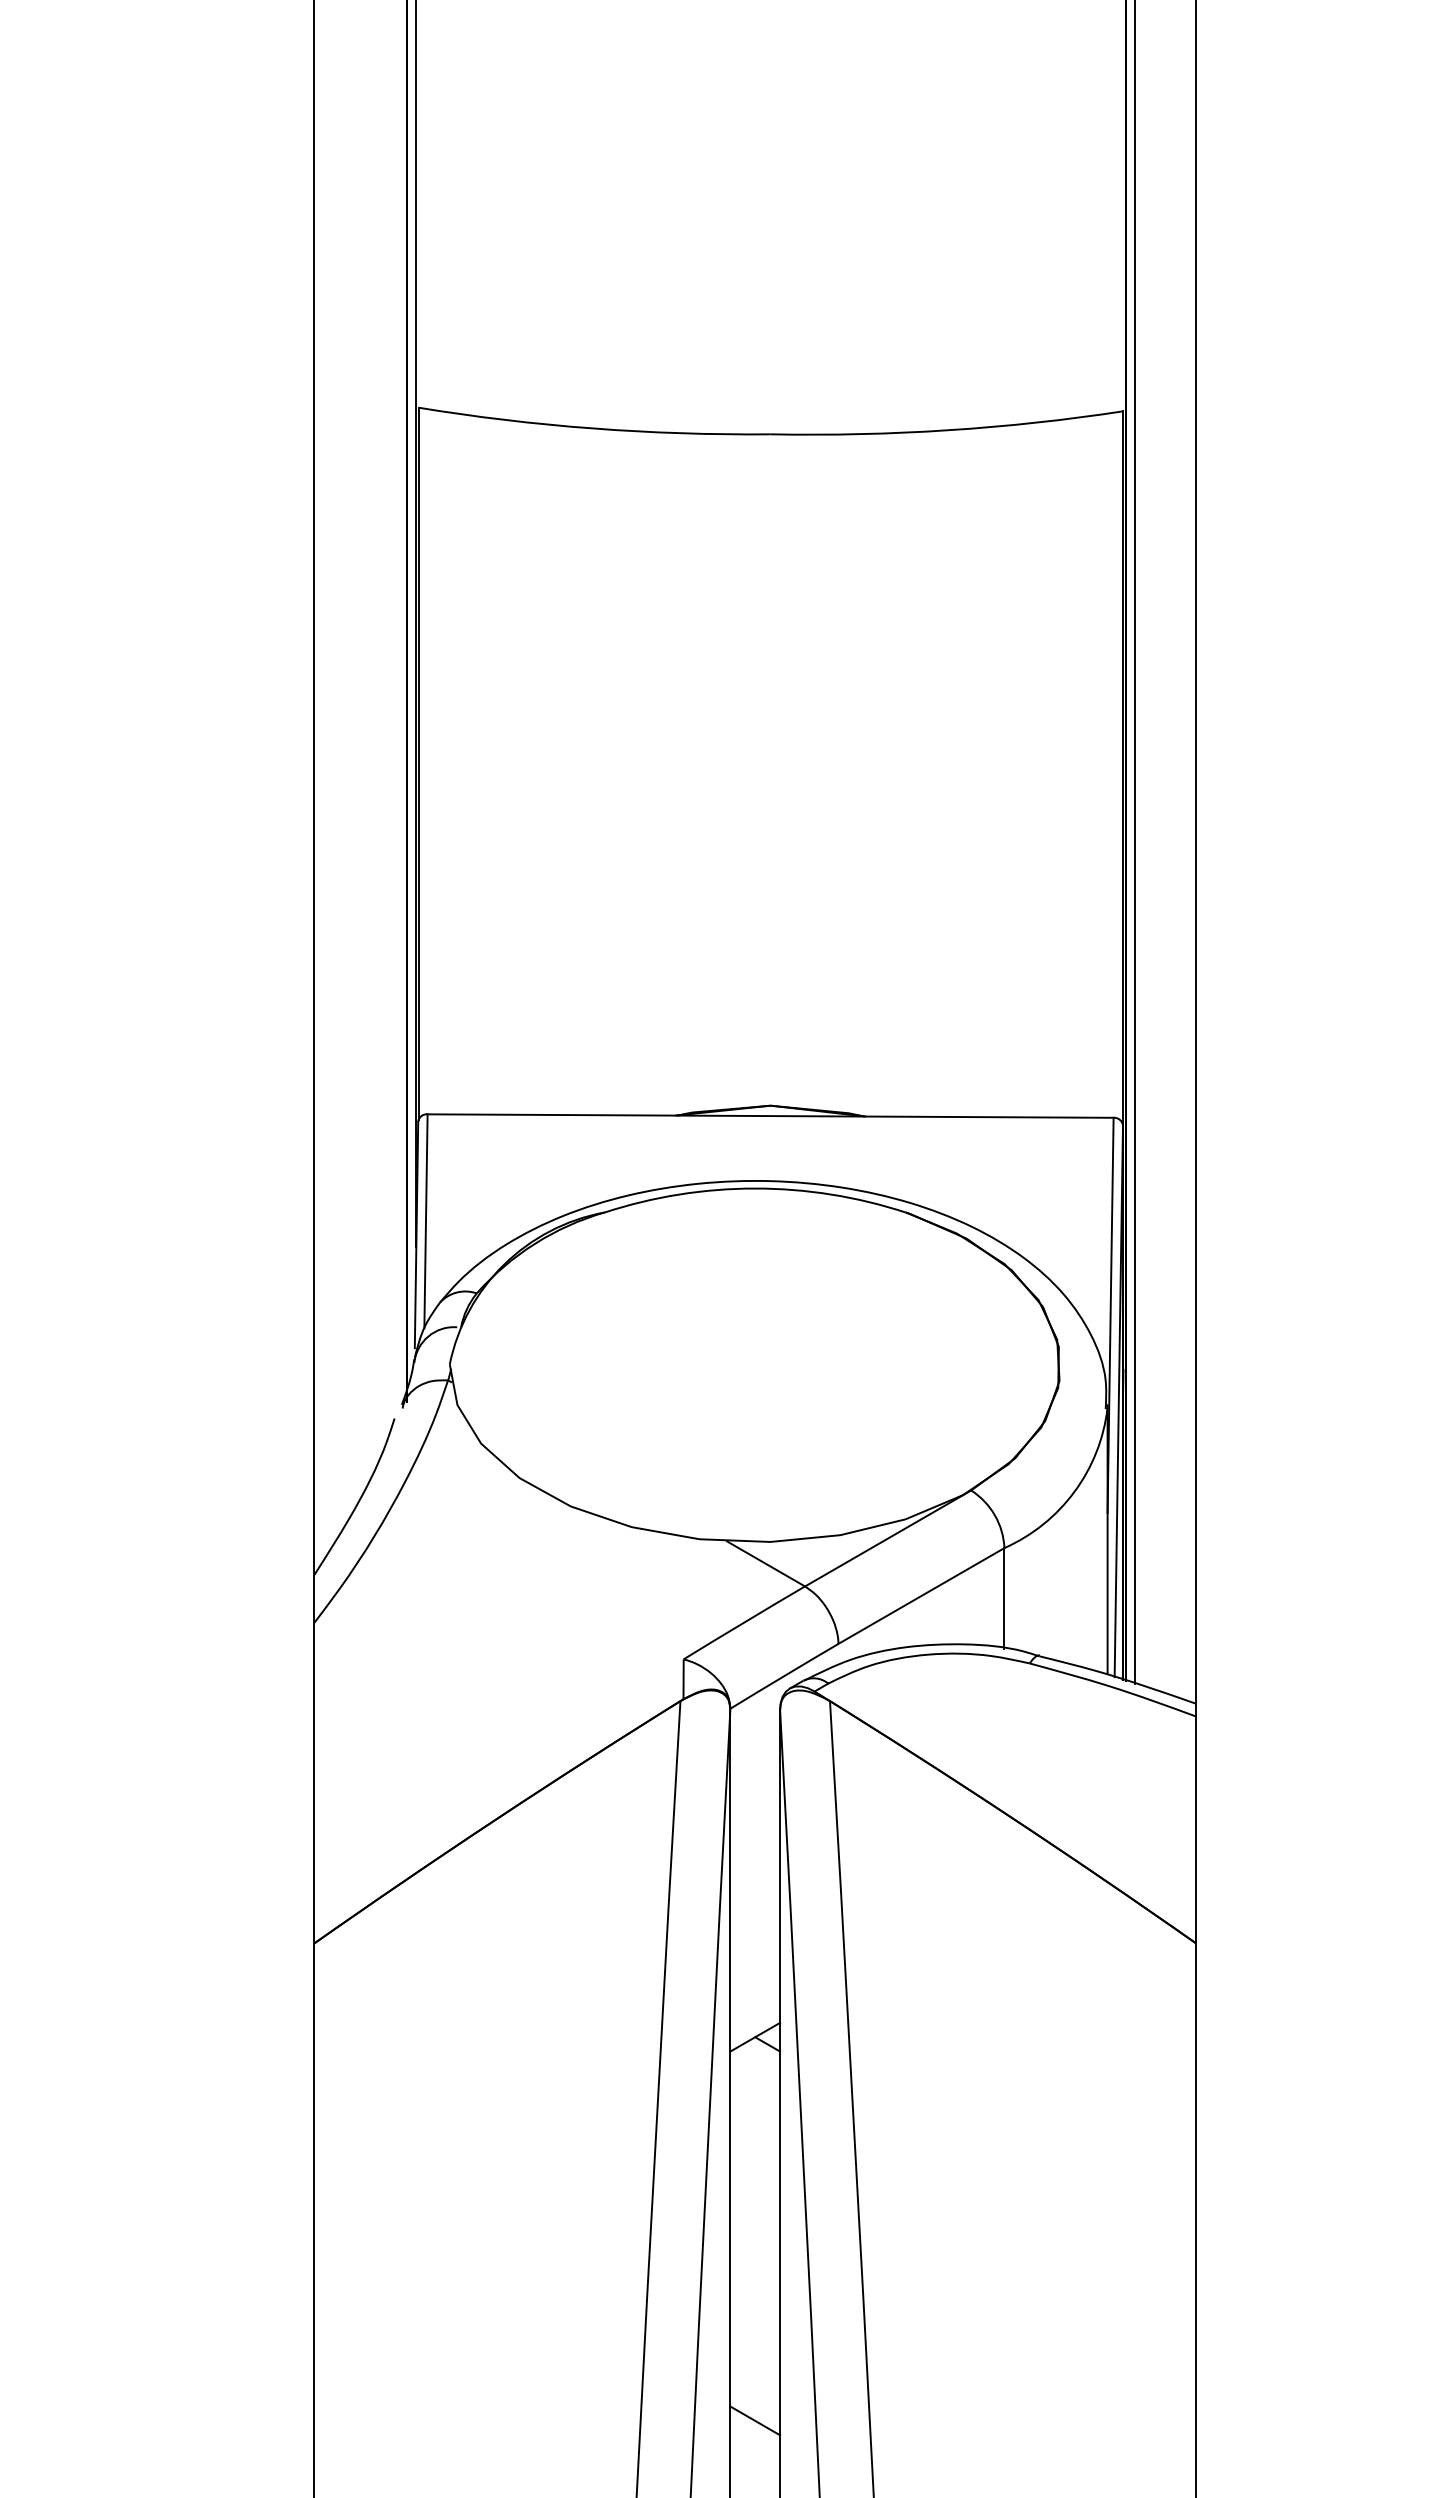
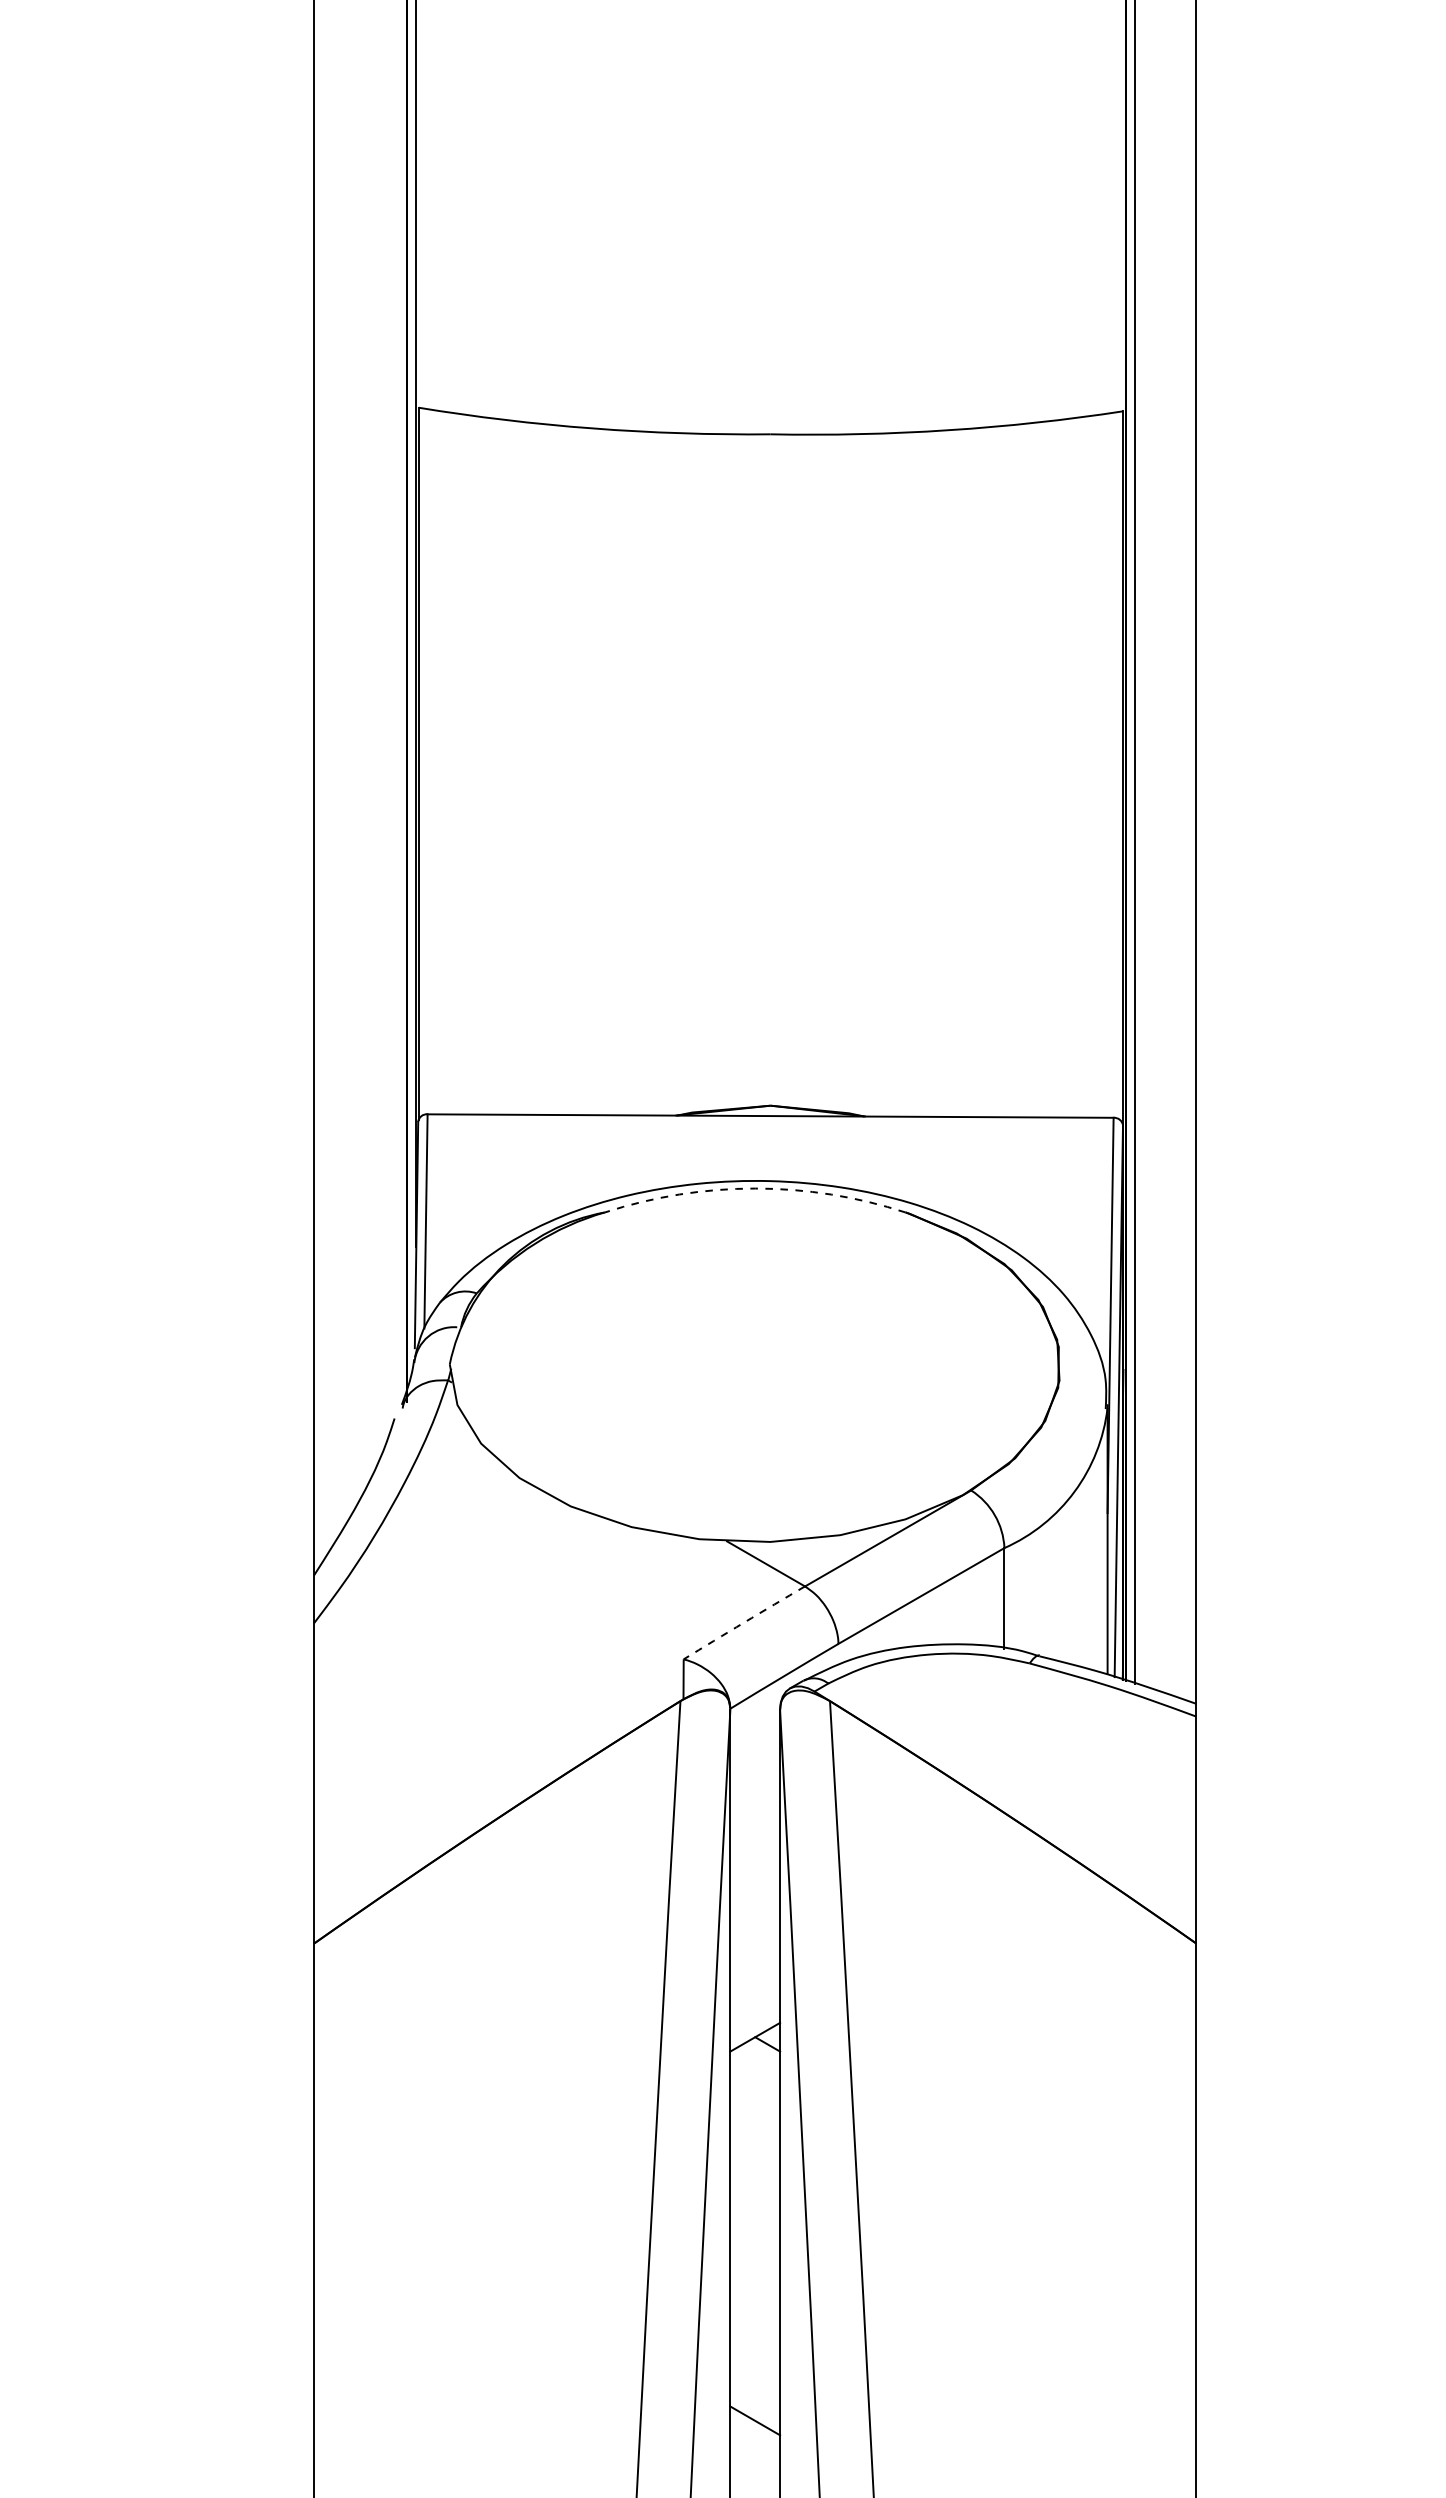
arc at (755, 1188): solid -> dashed
arc at (744, 1622): solid -> dashed
